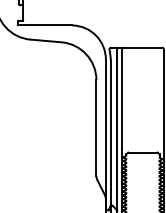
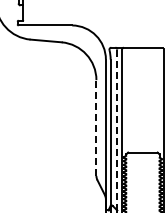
line at (96, 128): solid -> dashed
line at (117, 131): solid -> dashed
